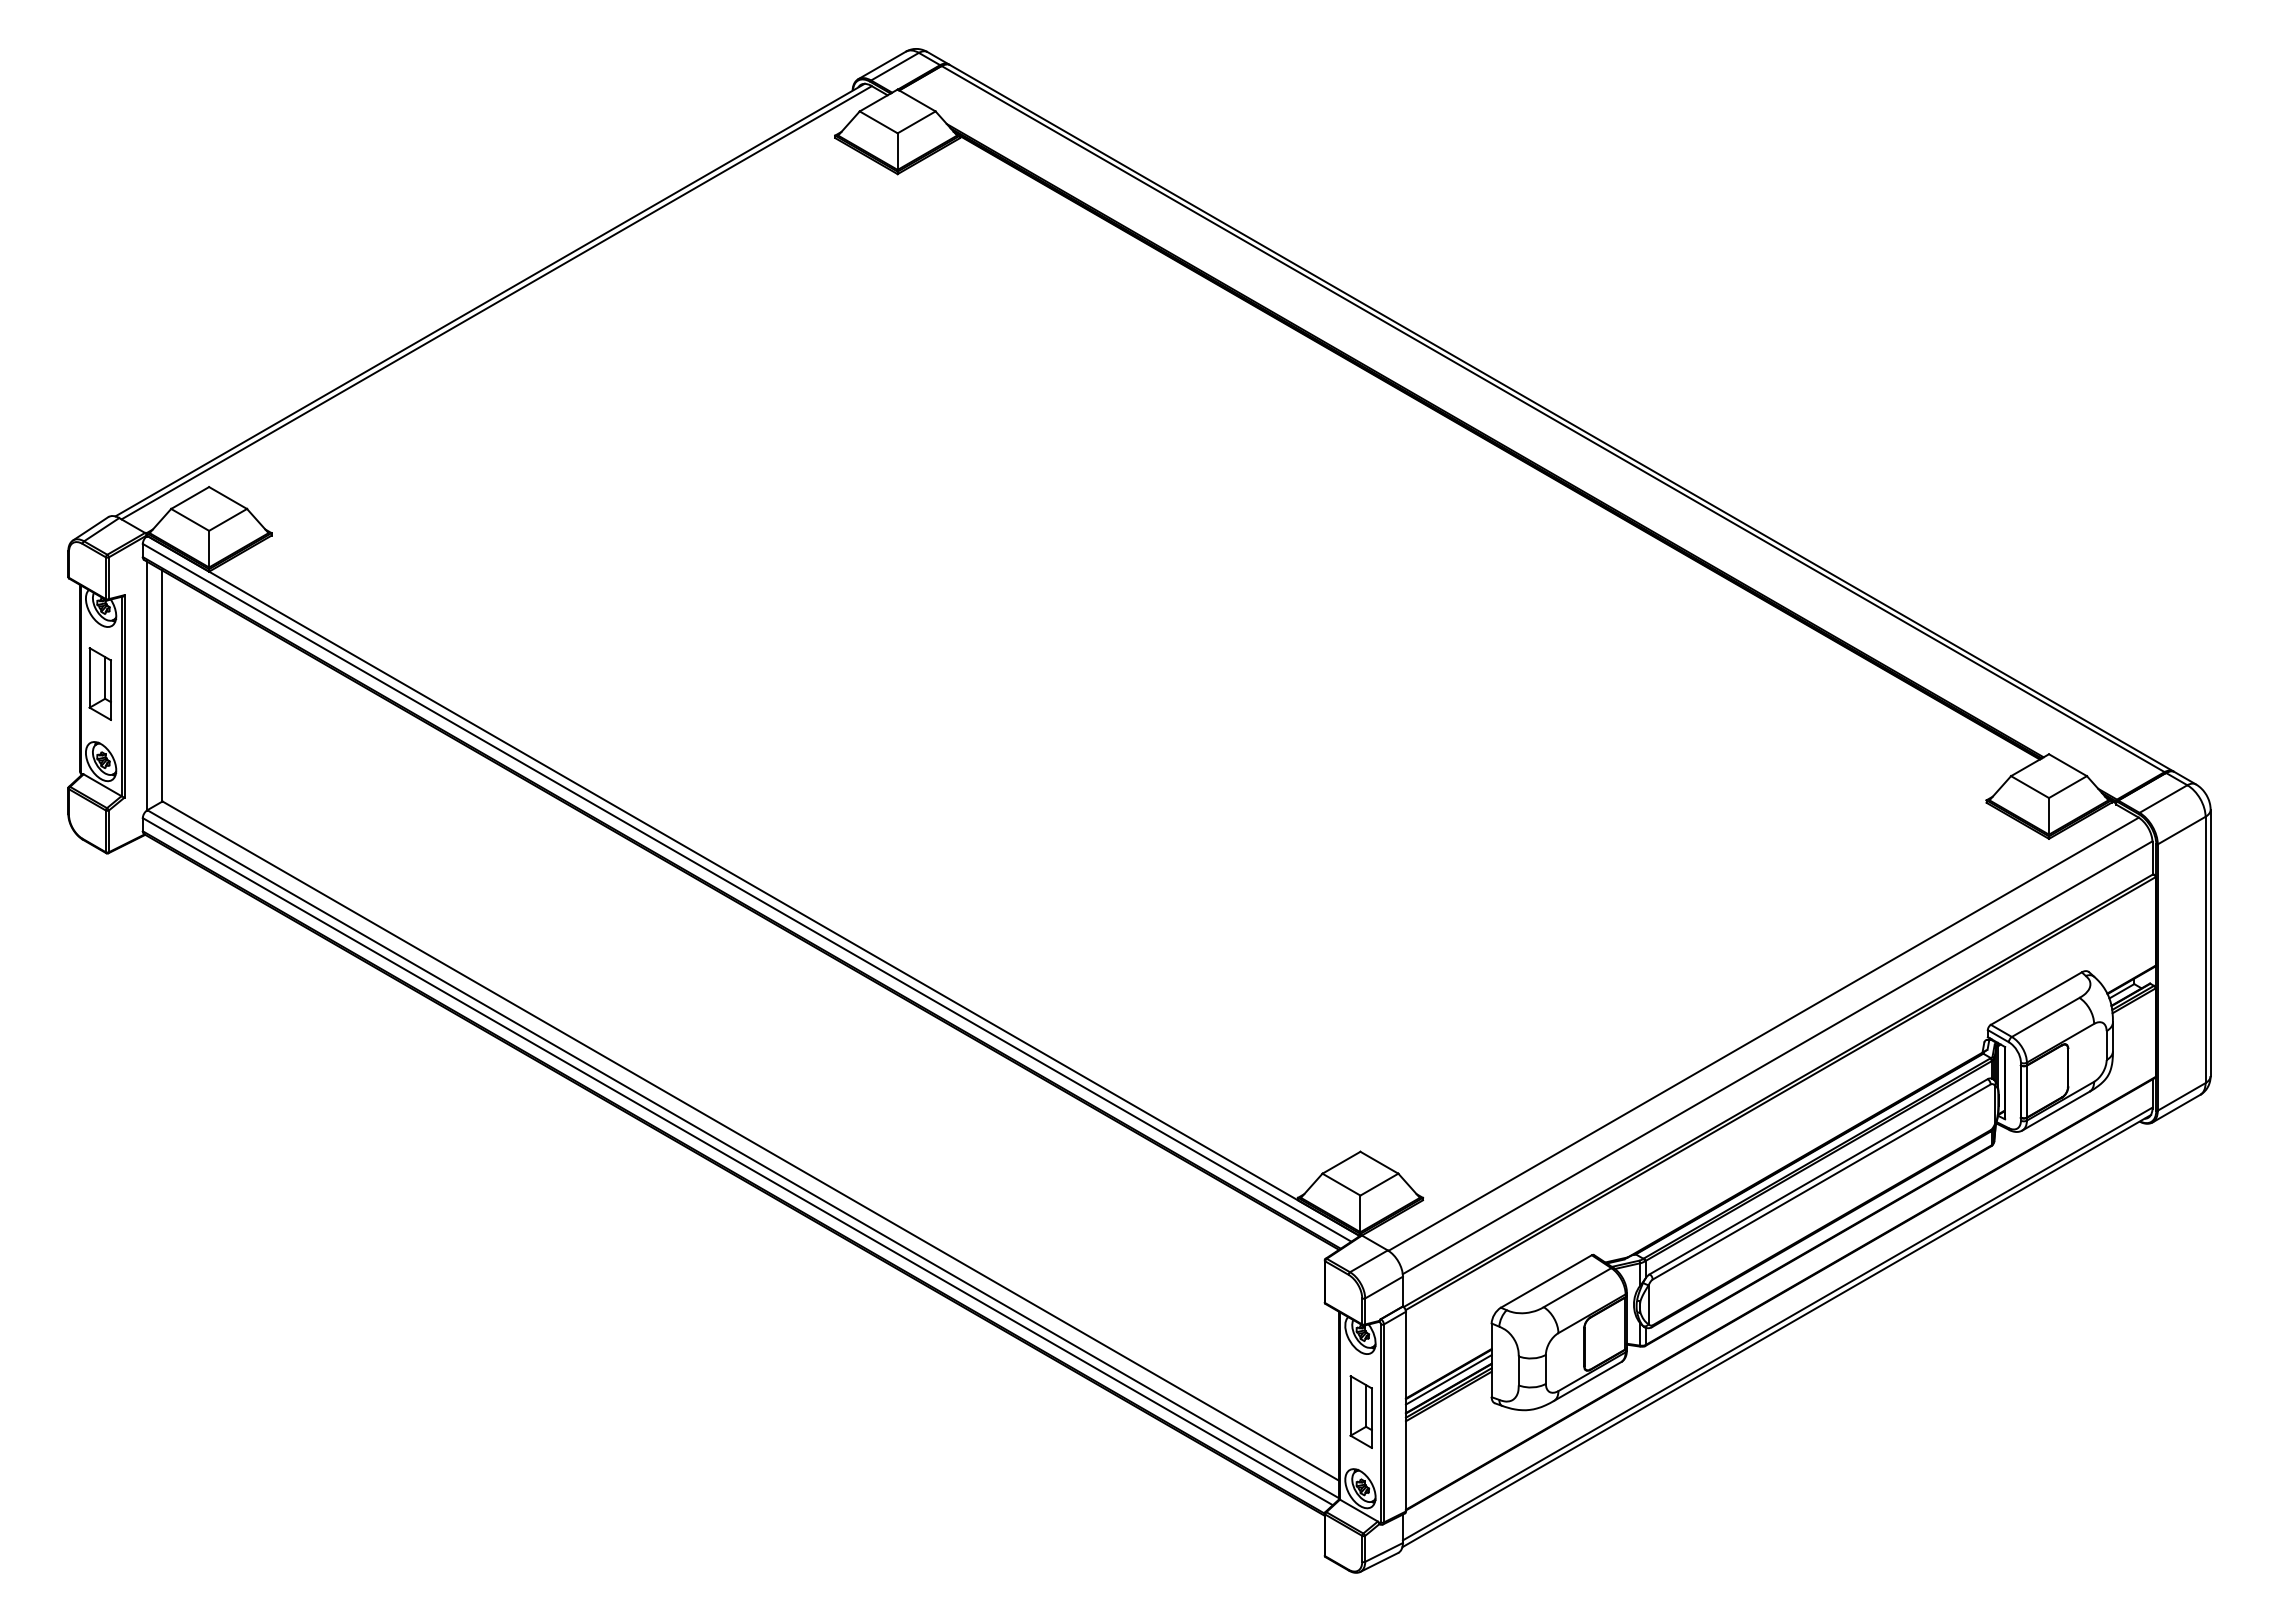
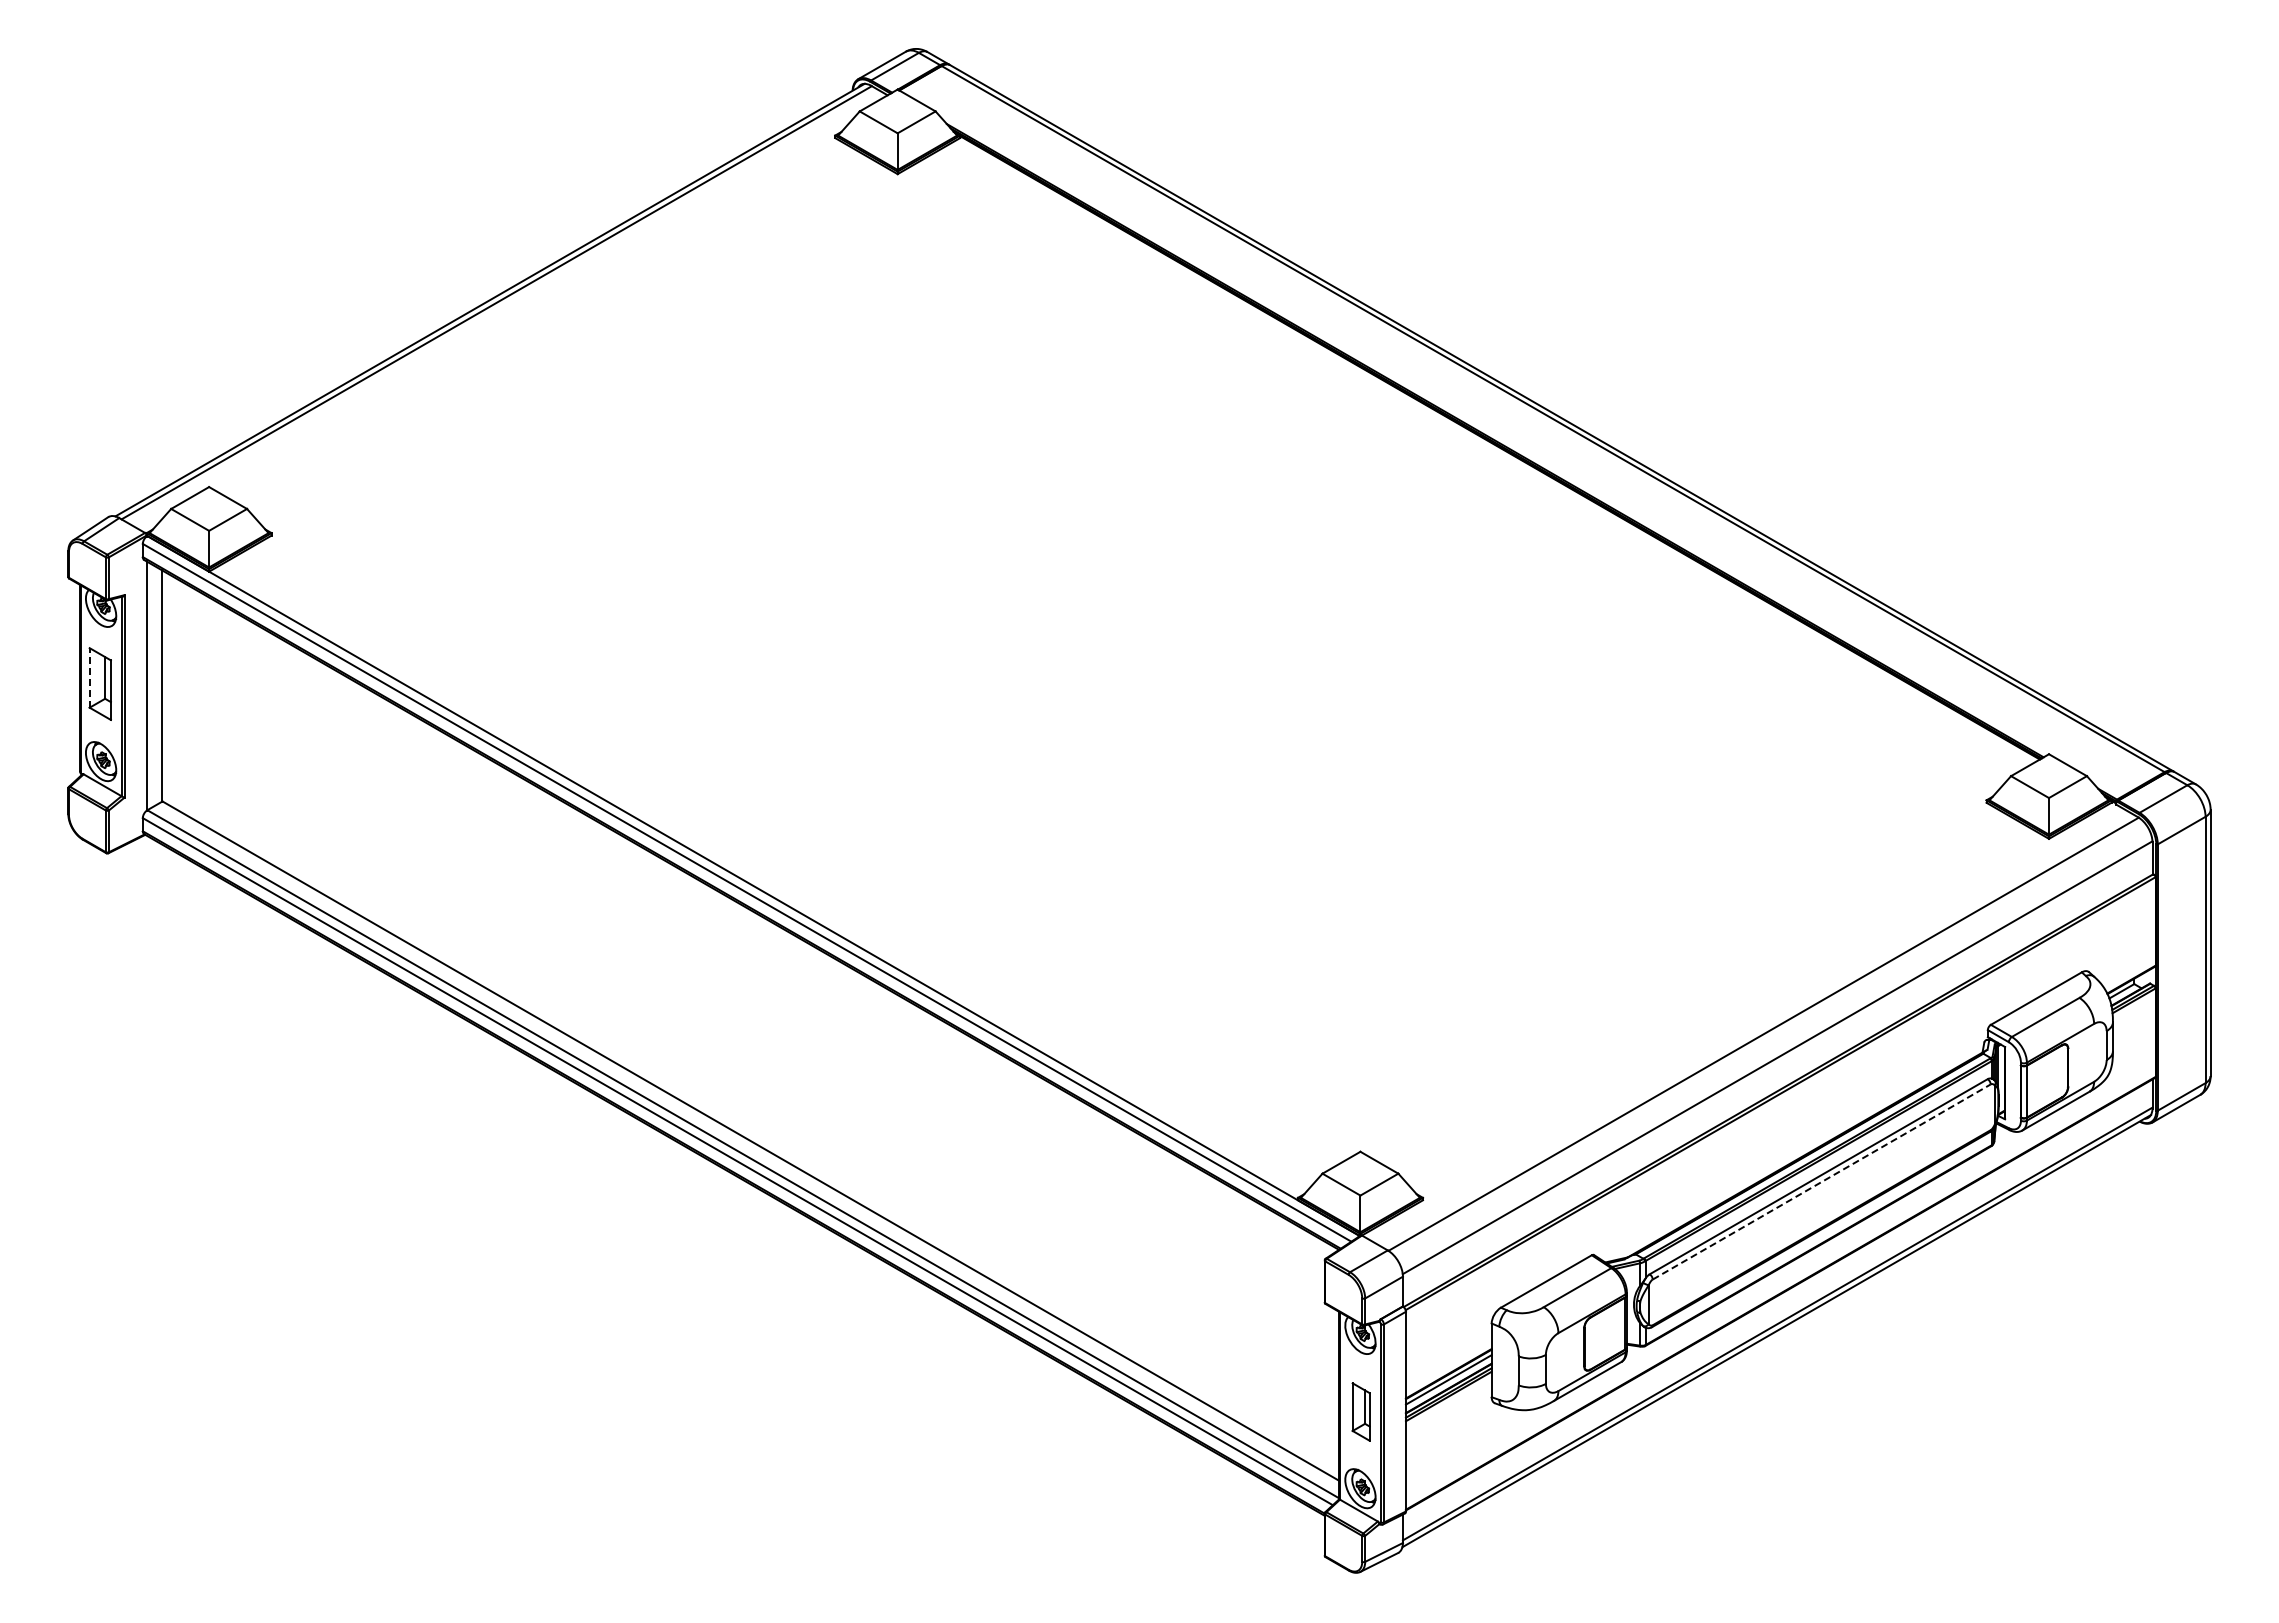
line at (89, 677): solid -> dashed
line at (1822, 1181): solid -> dashed
part at (1360, 1411) size: 24x74 px -> 20x60 px
